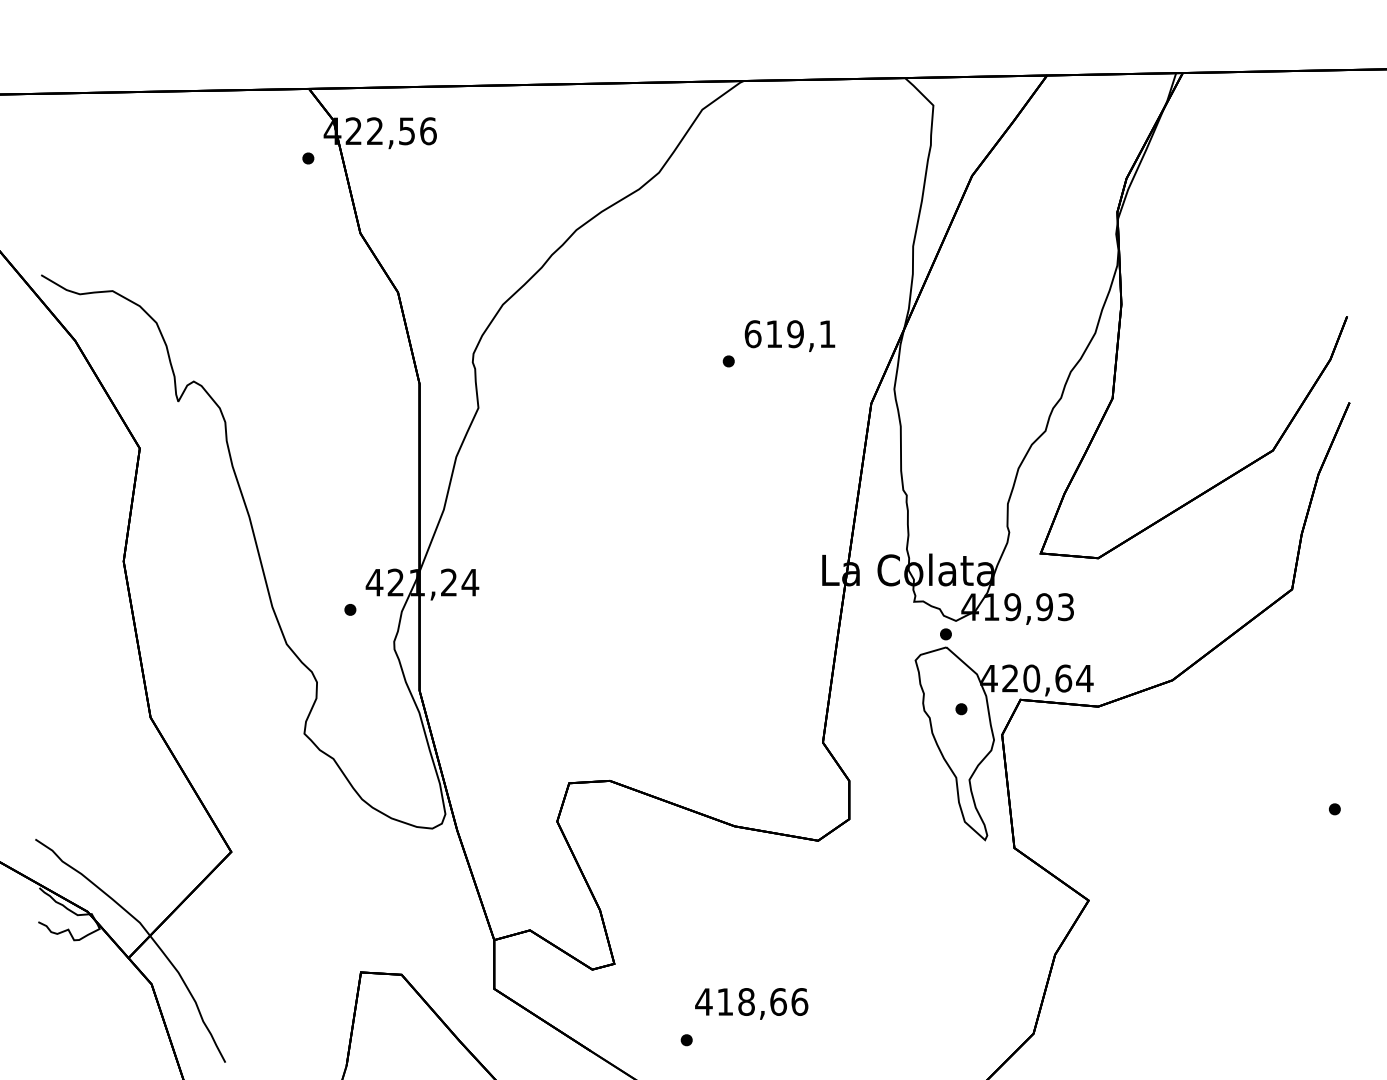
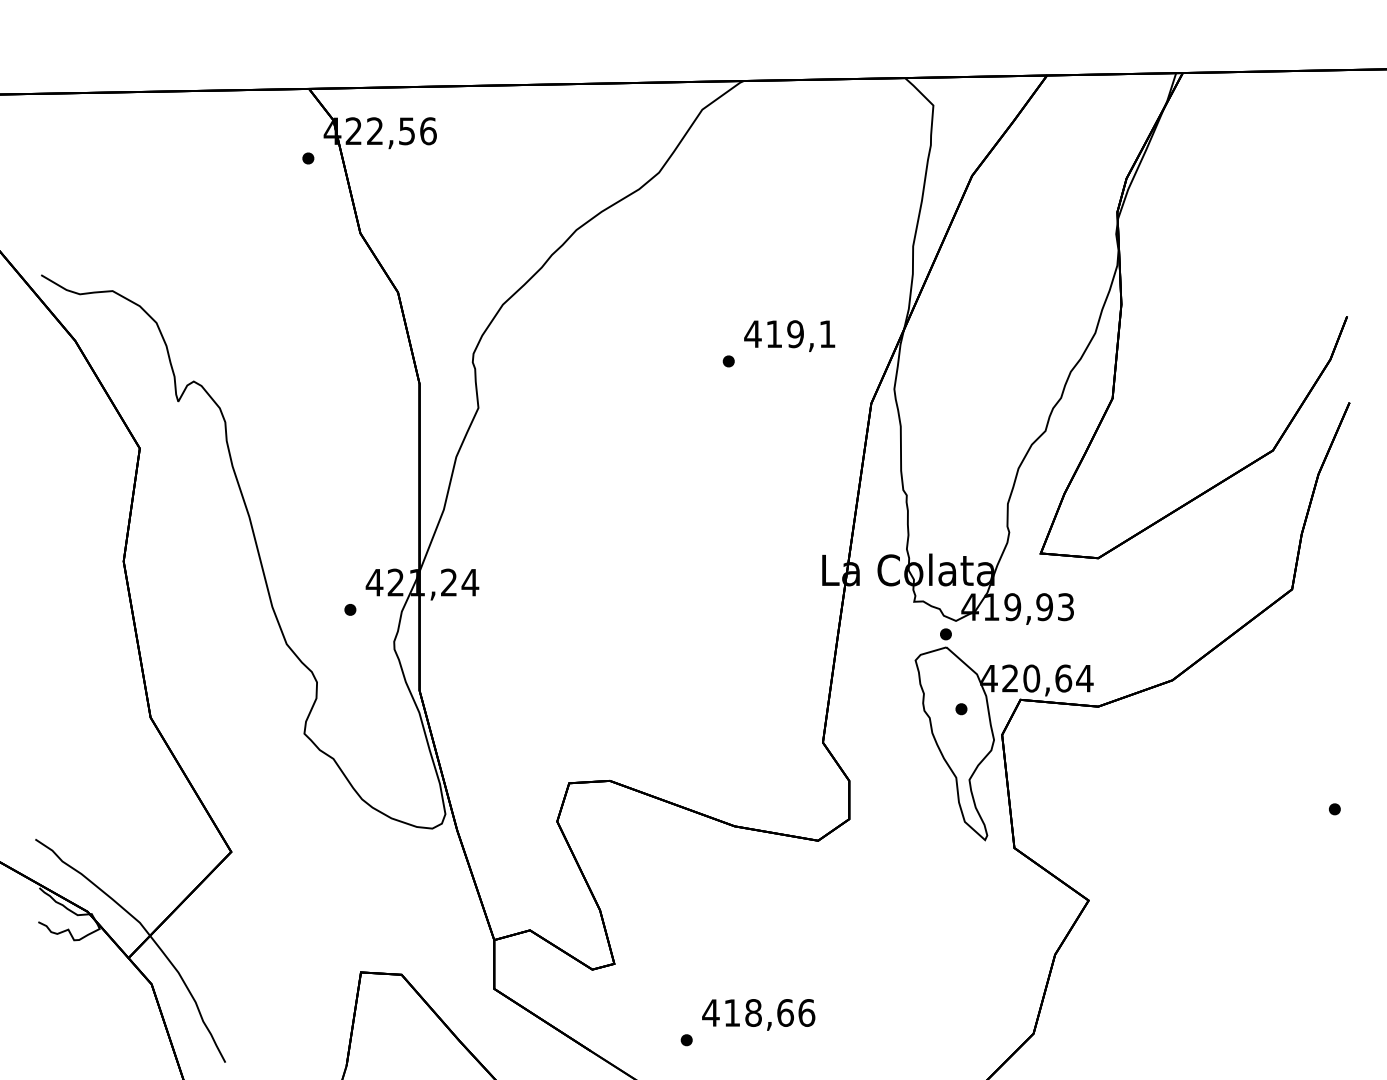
text at (752, 334): 619,1 -> 419,1
text at (751, 1003) position: (751, 1003) -> (758, 1014)
